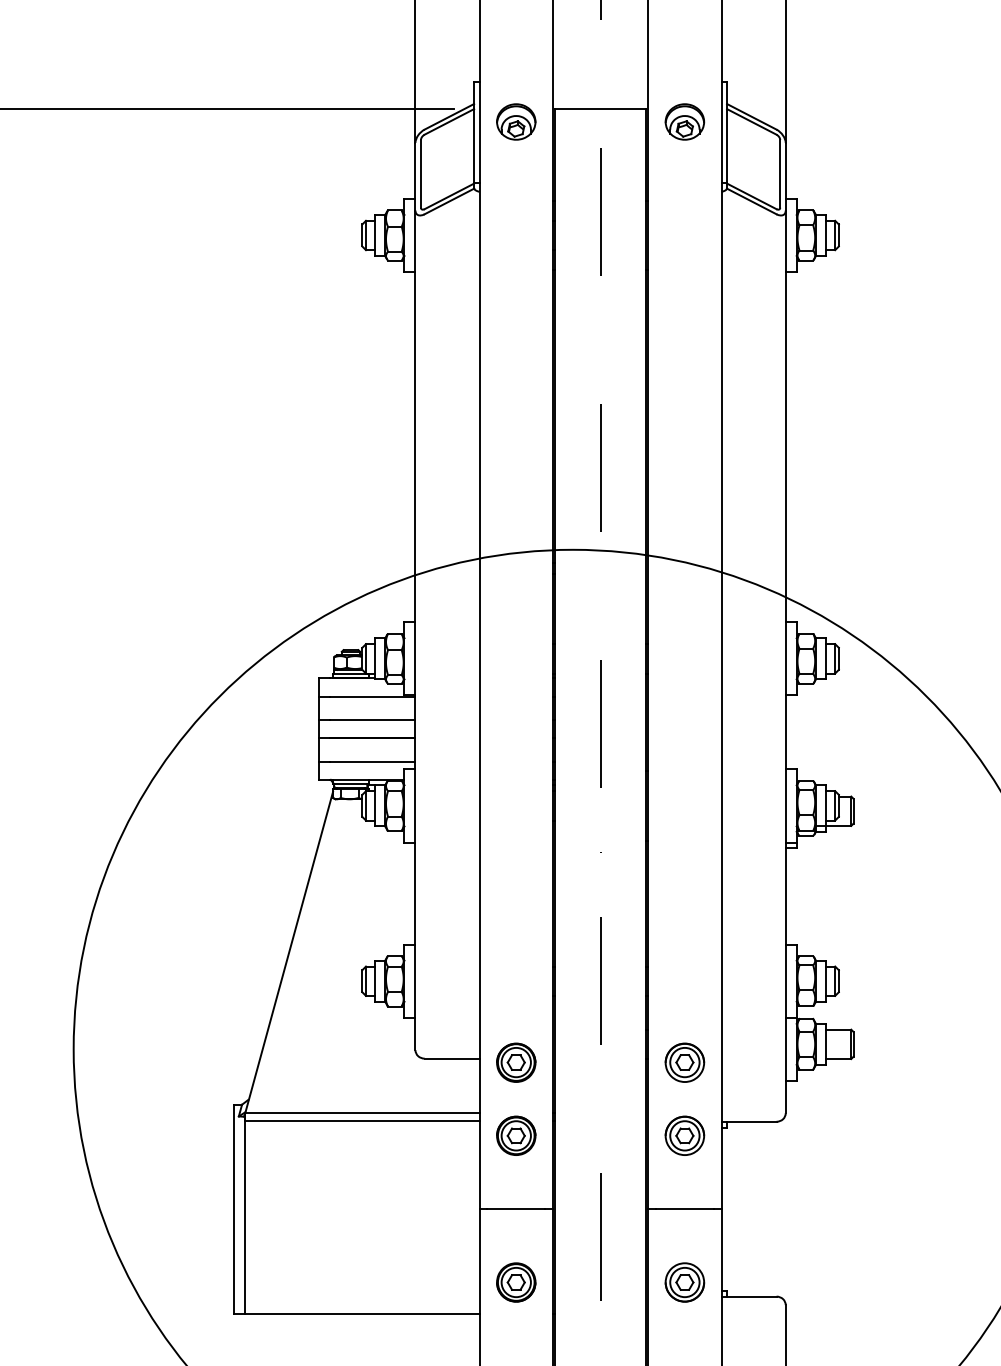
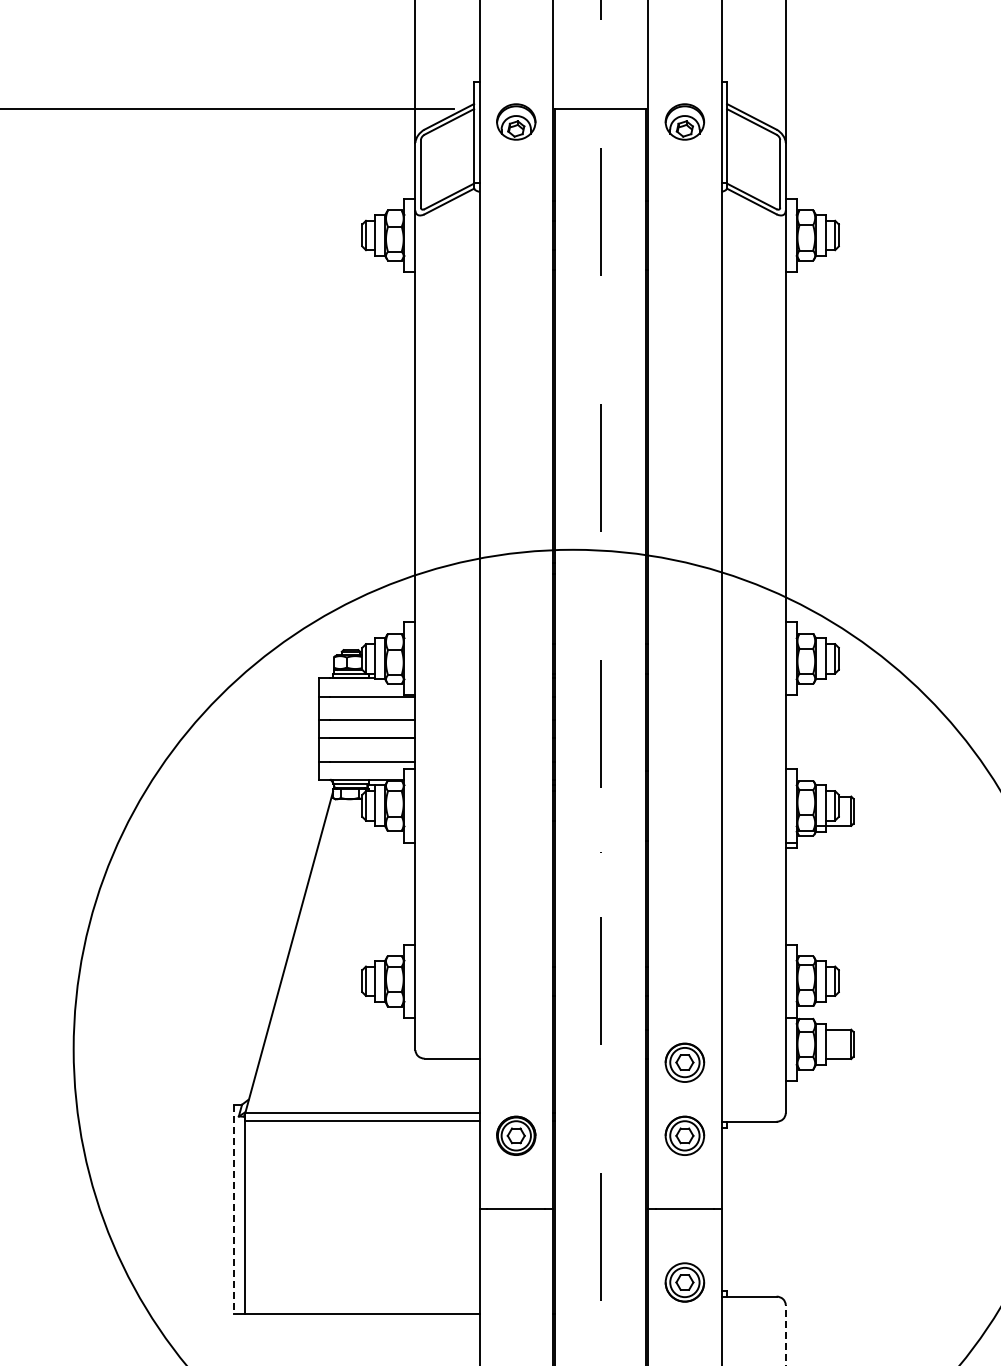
part at (516, 1062): present -> none
line at (233, 1209): solid -> dashed
part at (516, 1282): present -> none
line at (785, 1335): solid -> dashed
